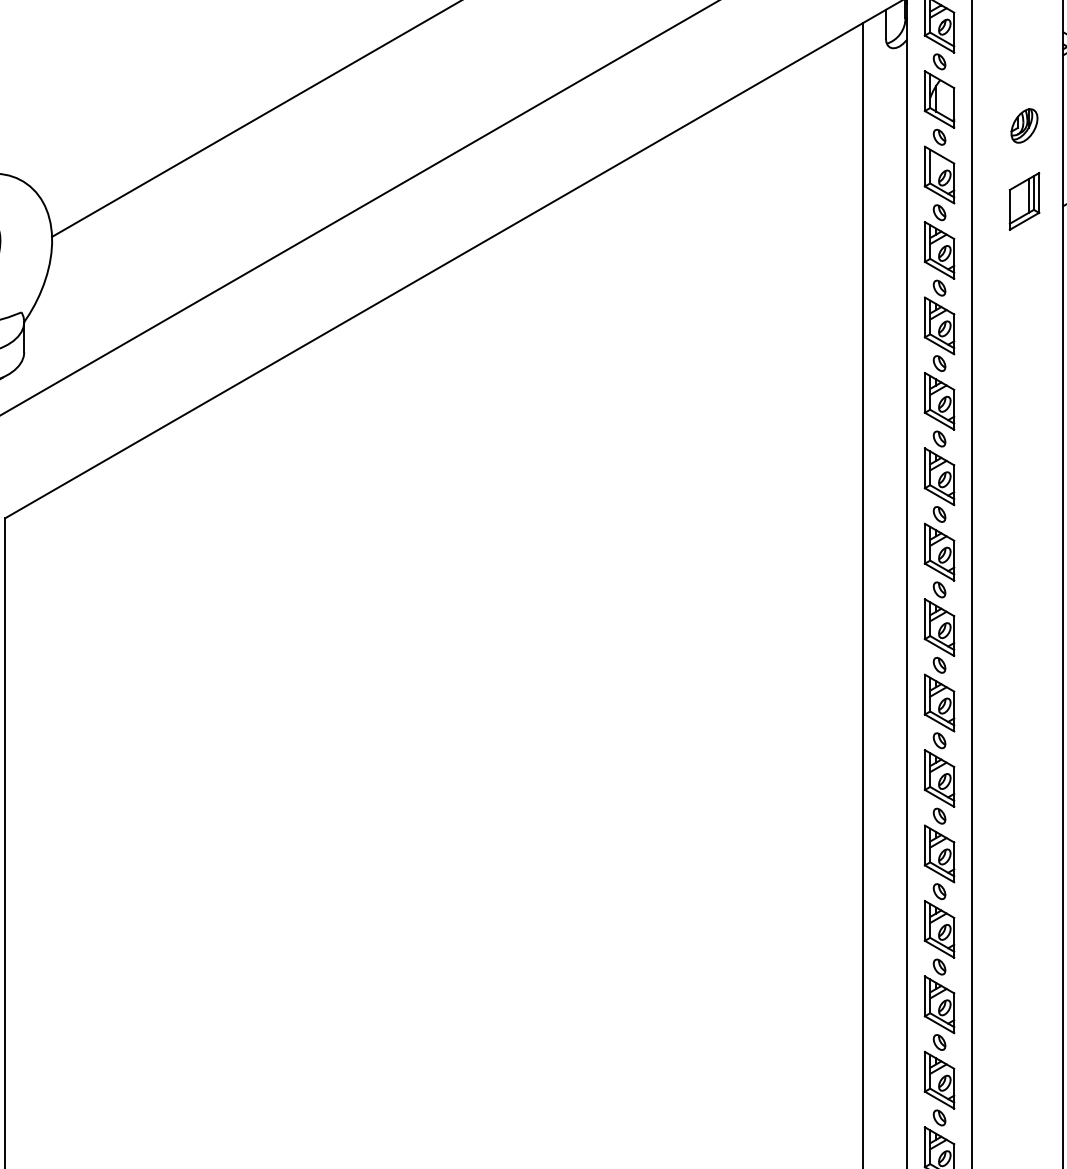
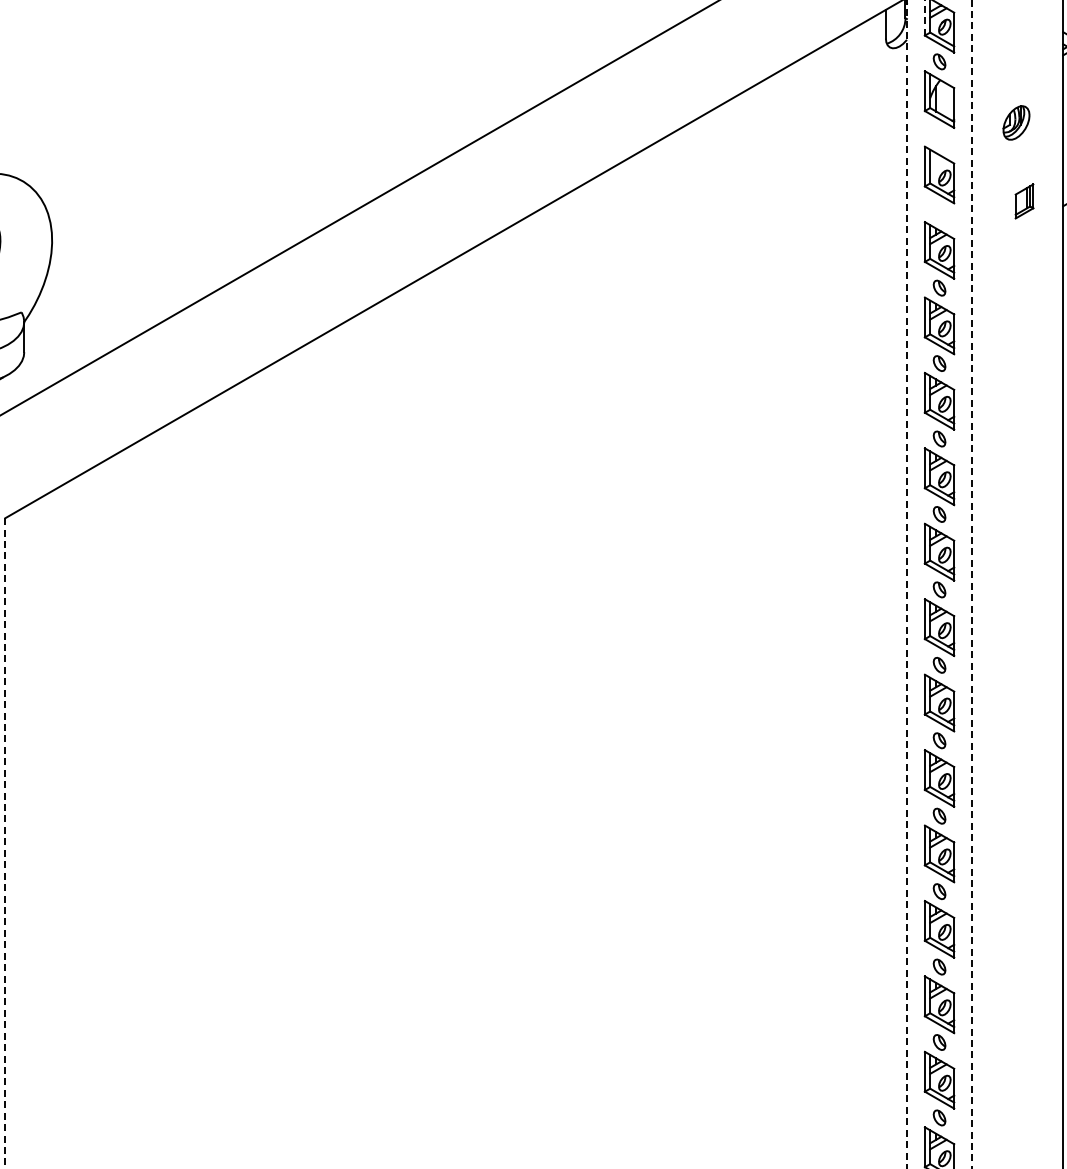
line at (924, 17): solid -> dashed
line at (255, 119): present -> none
part at (1024, 125) position: (1024, 125) -> (1016, 122)
part at (939, 136): present -> none
part at (1024, 201) size: 33x59 px -> 21x37 px
part at (939, 212): present -> none
line at (906, 584): solid -> dashed
line at (972, 584): solid -> dashed
line at (863, 594): present -> none
line at (5, 843): solid -> dashed
